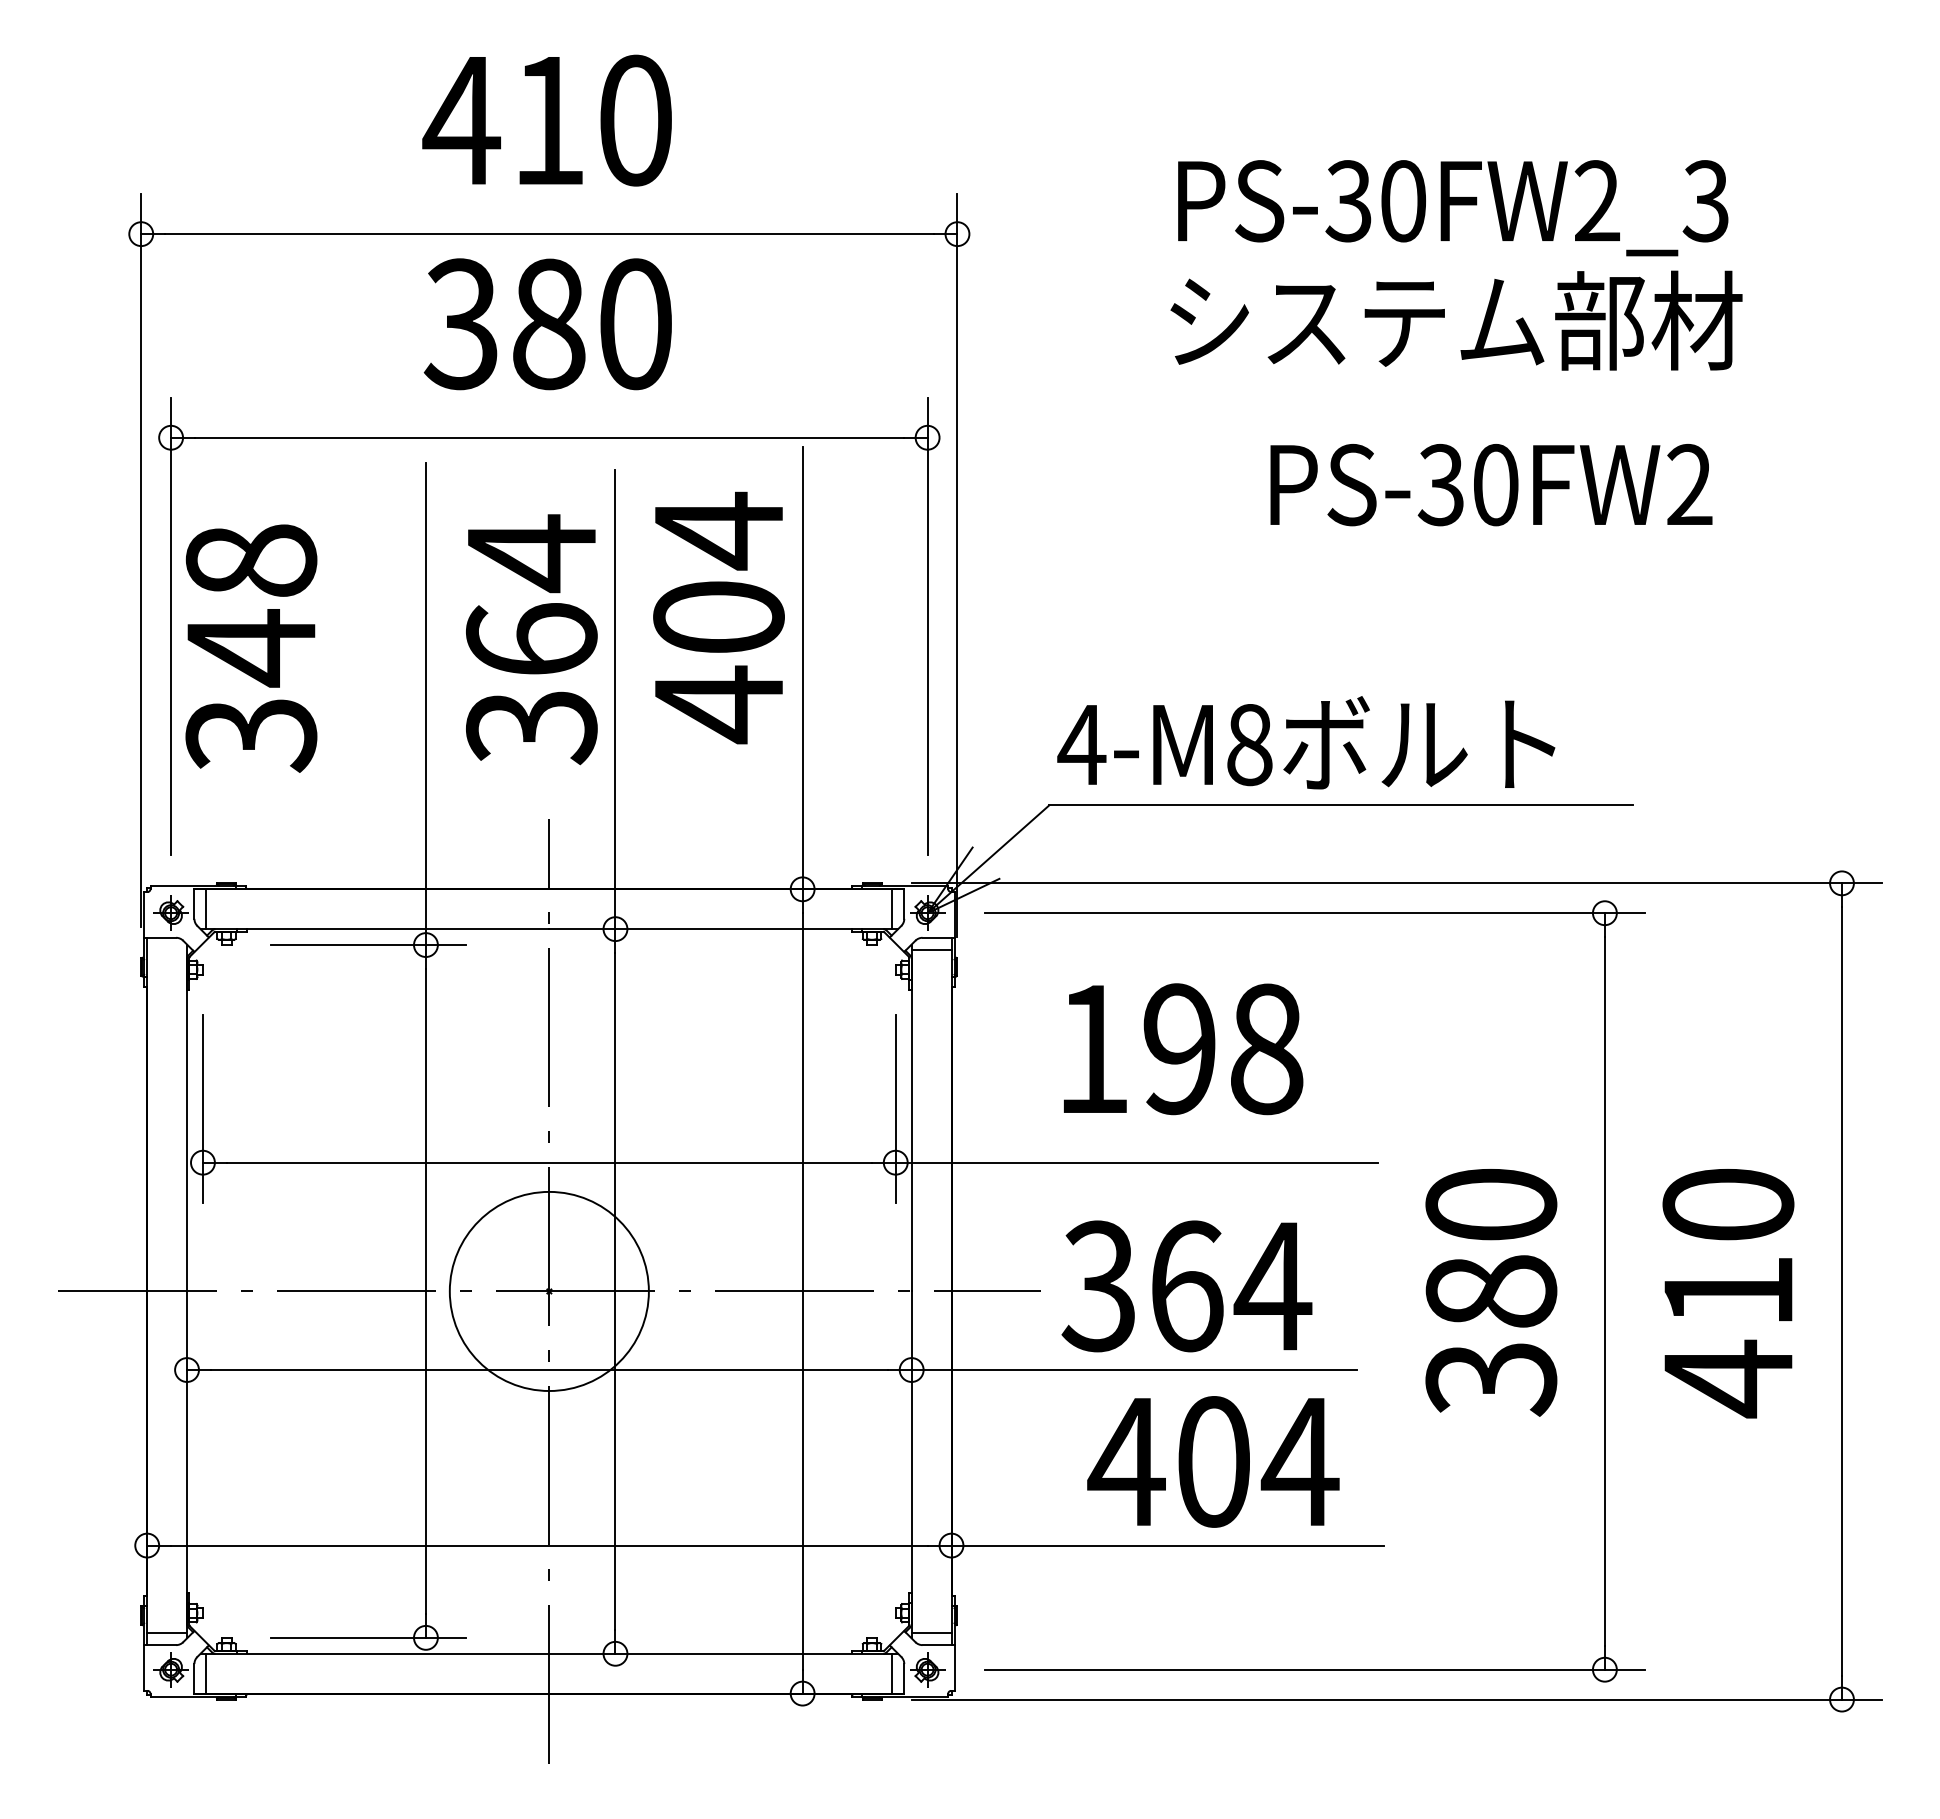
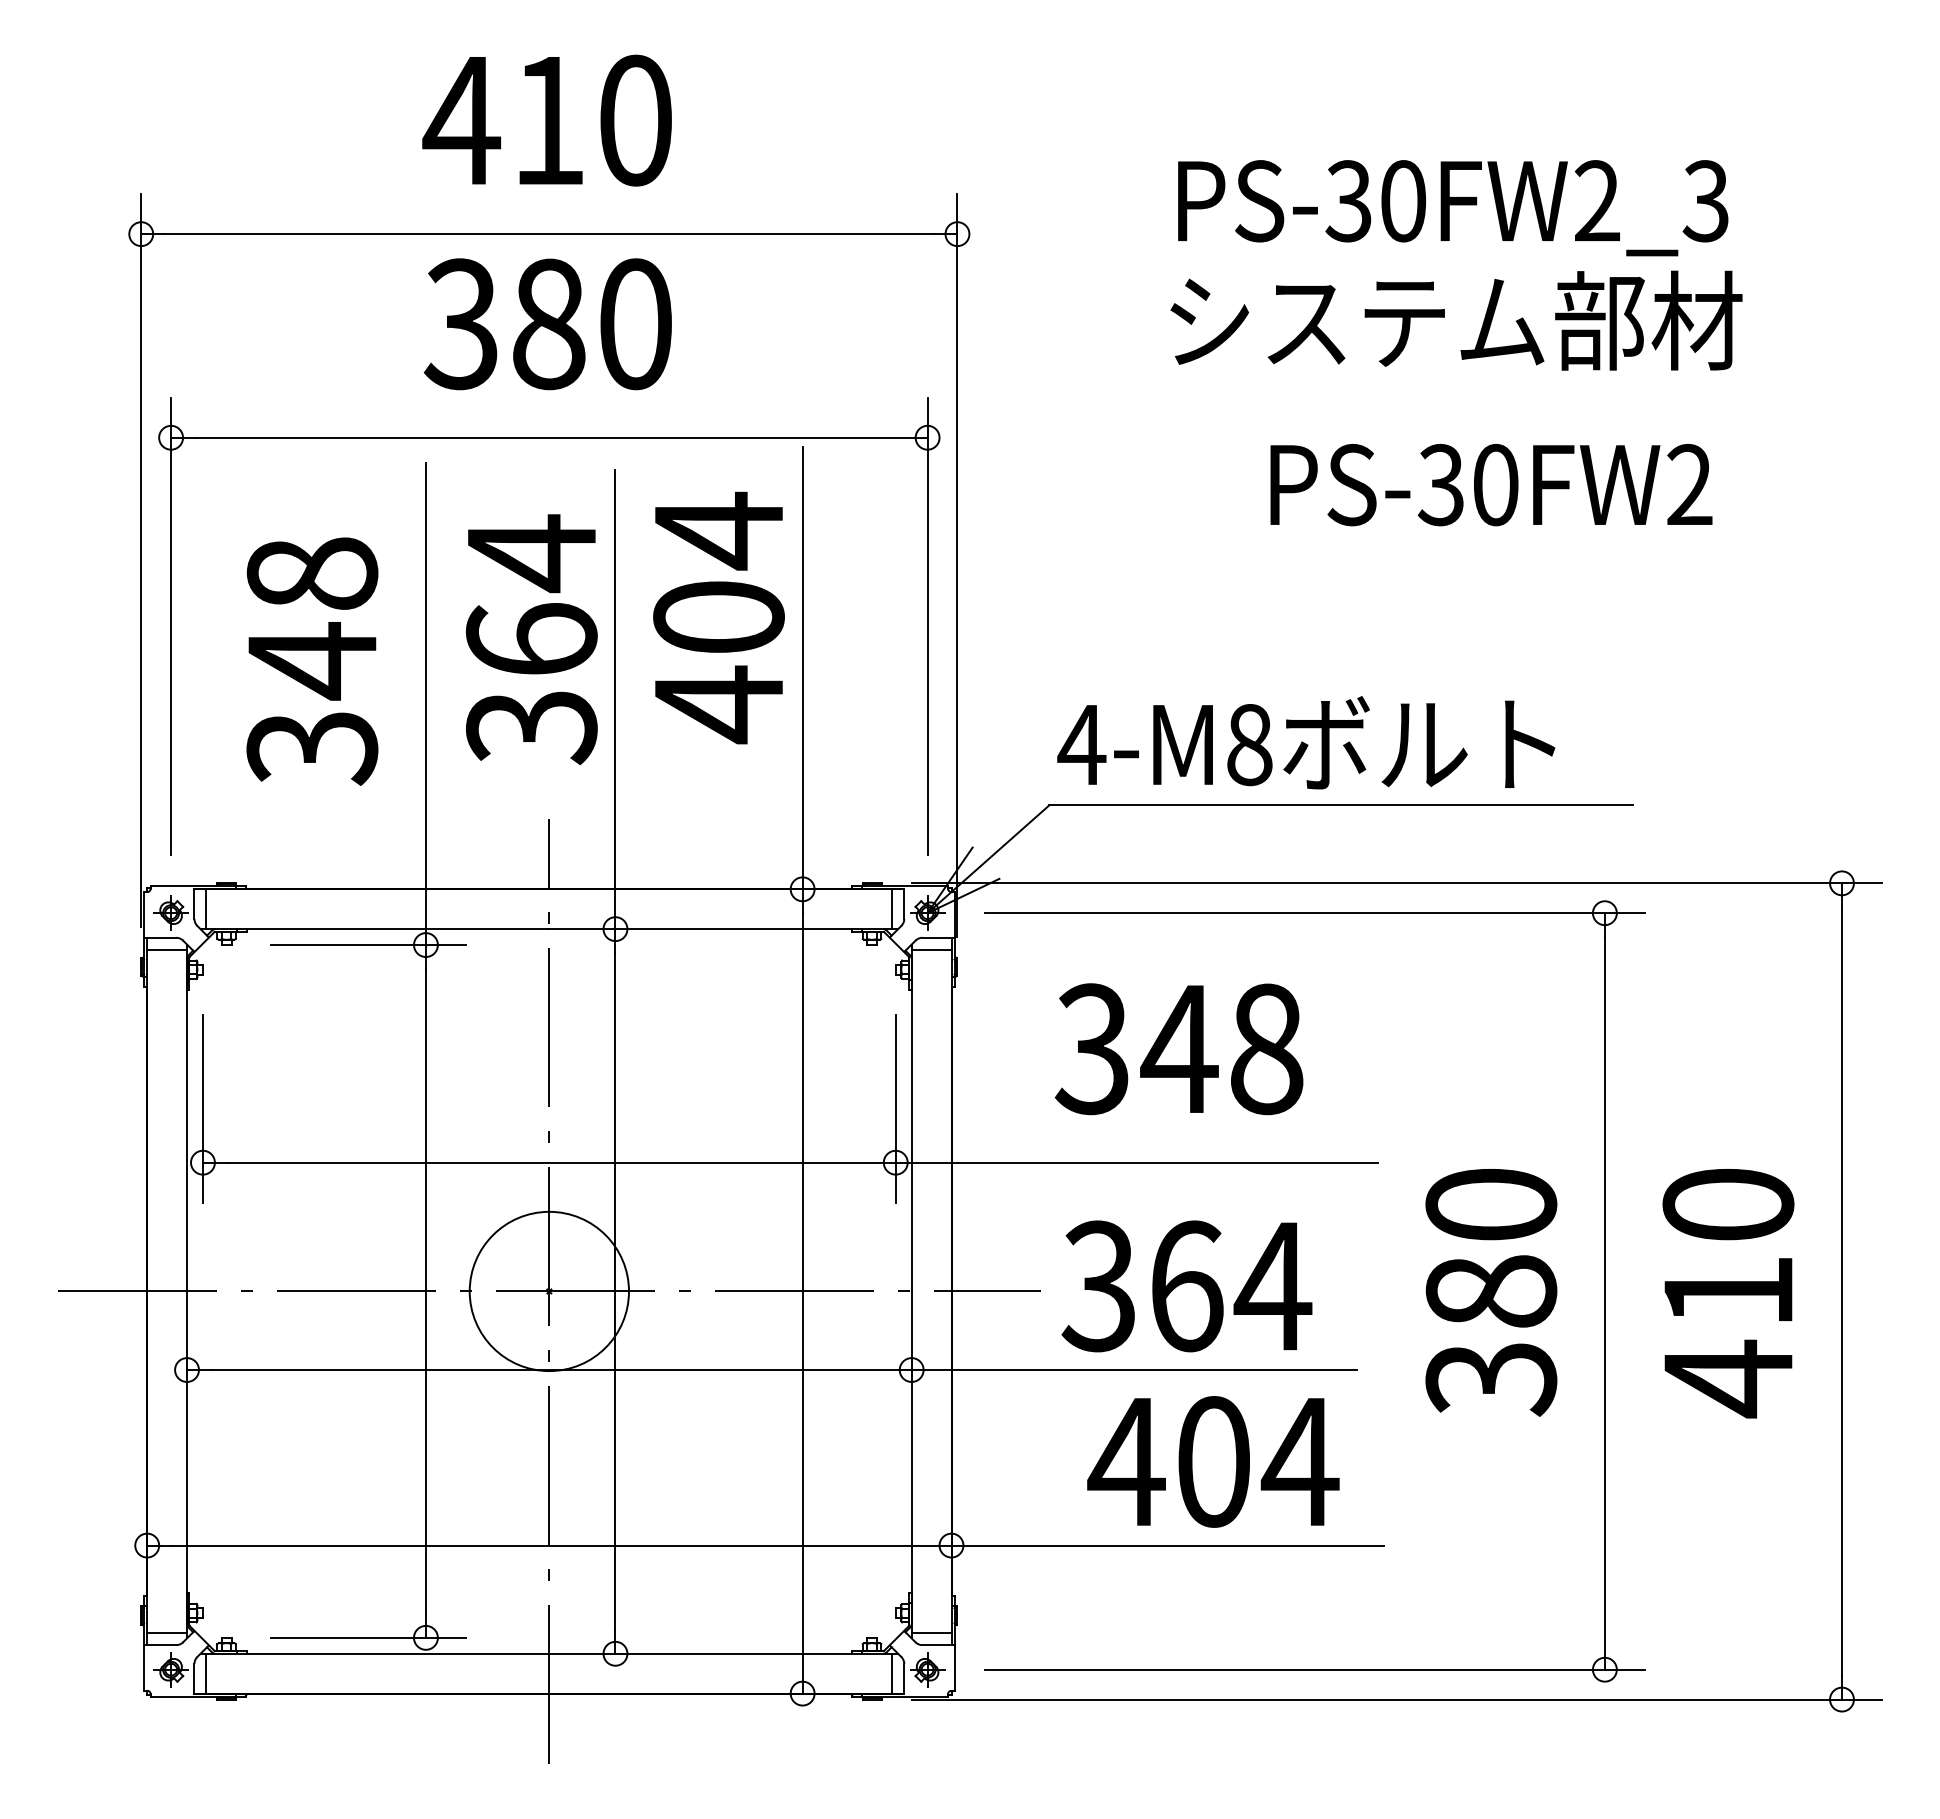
text at (251, 648) position: (251, 648) -> (312, 661)
line at (166, 949): none -> present
text at (1136, 1049): 198 -> 348
circle at (548, 1291) diameter: 199 px -> 159 px
